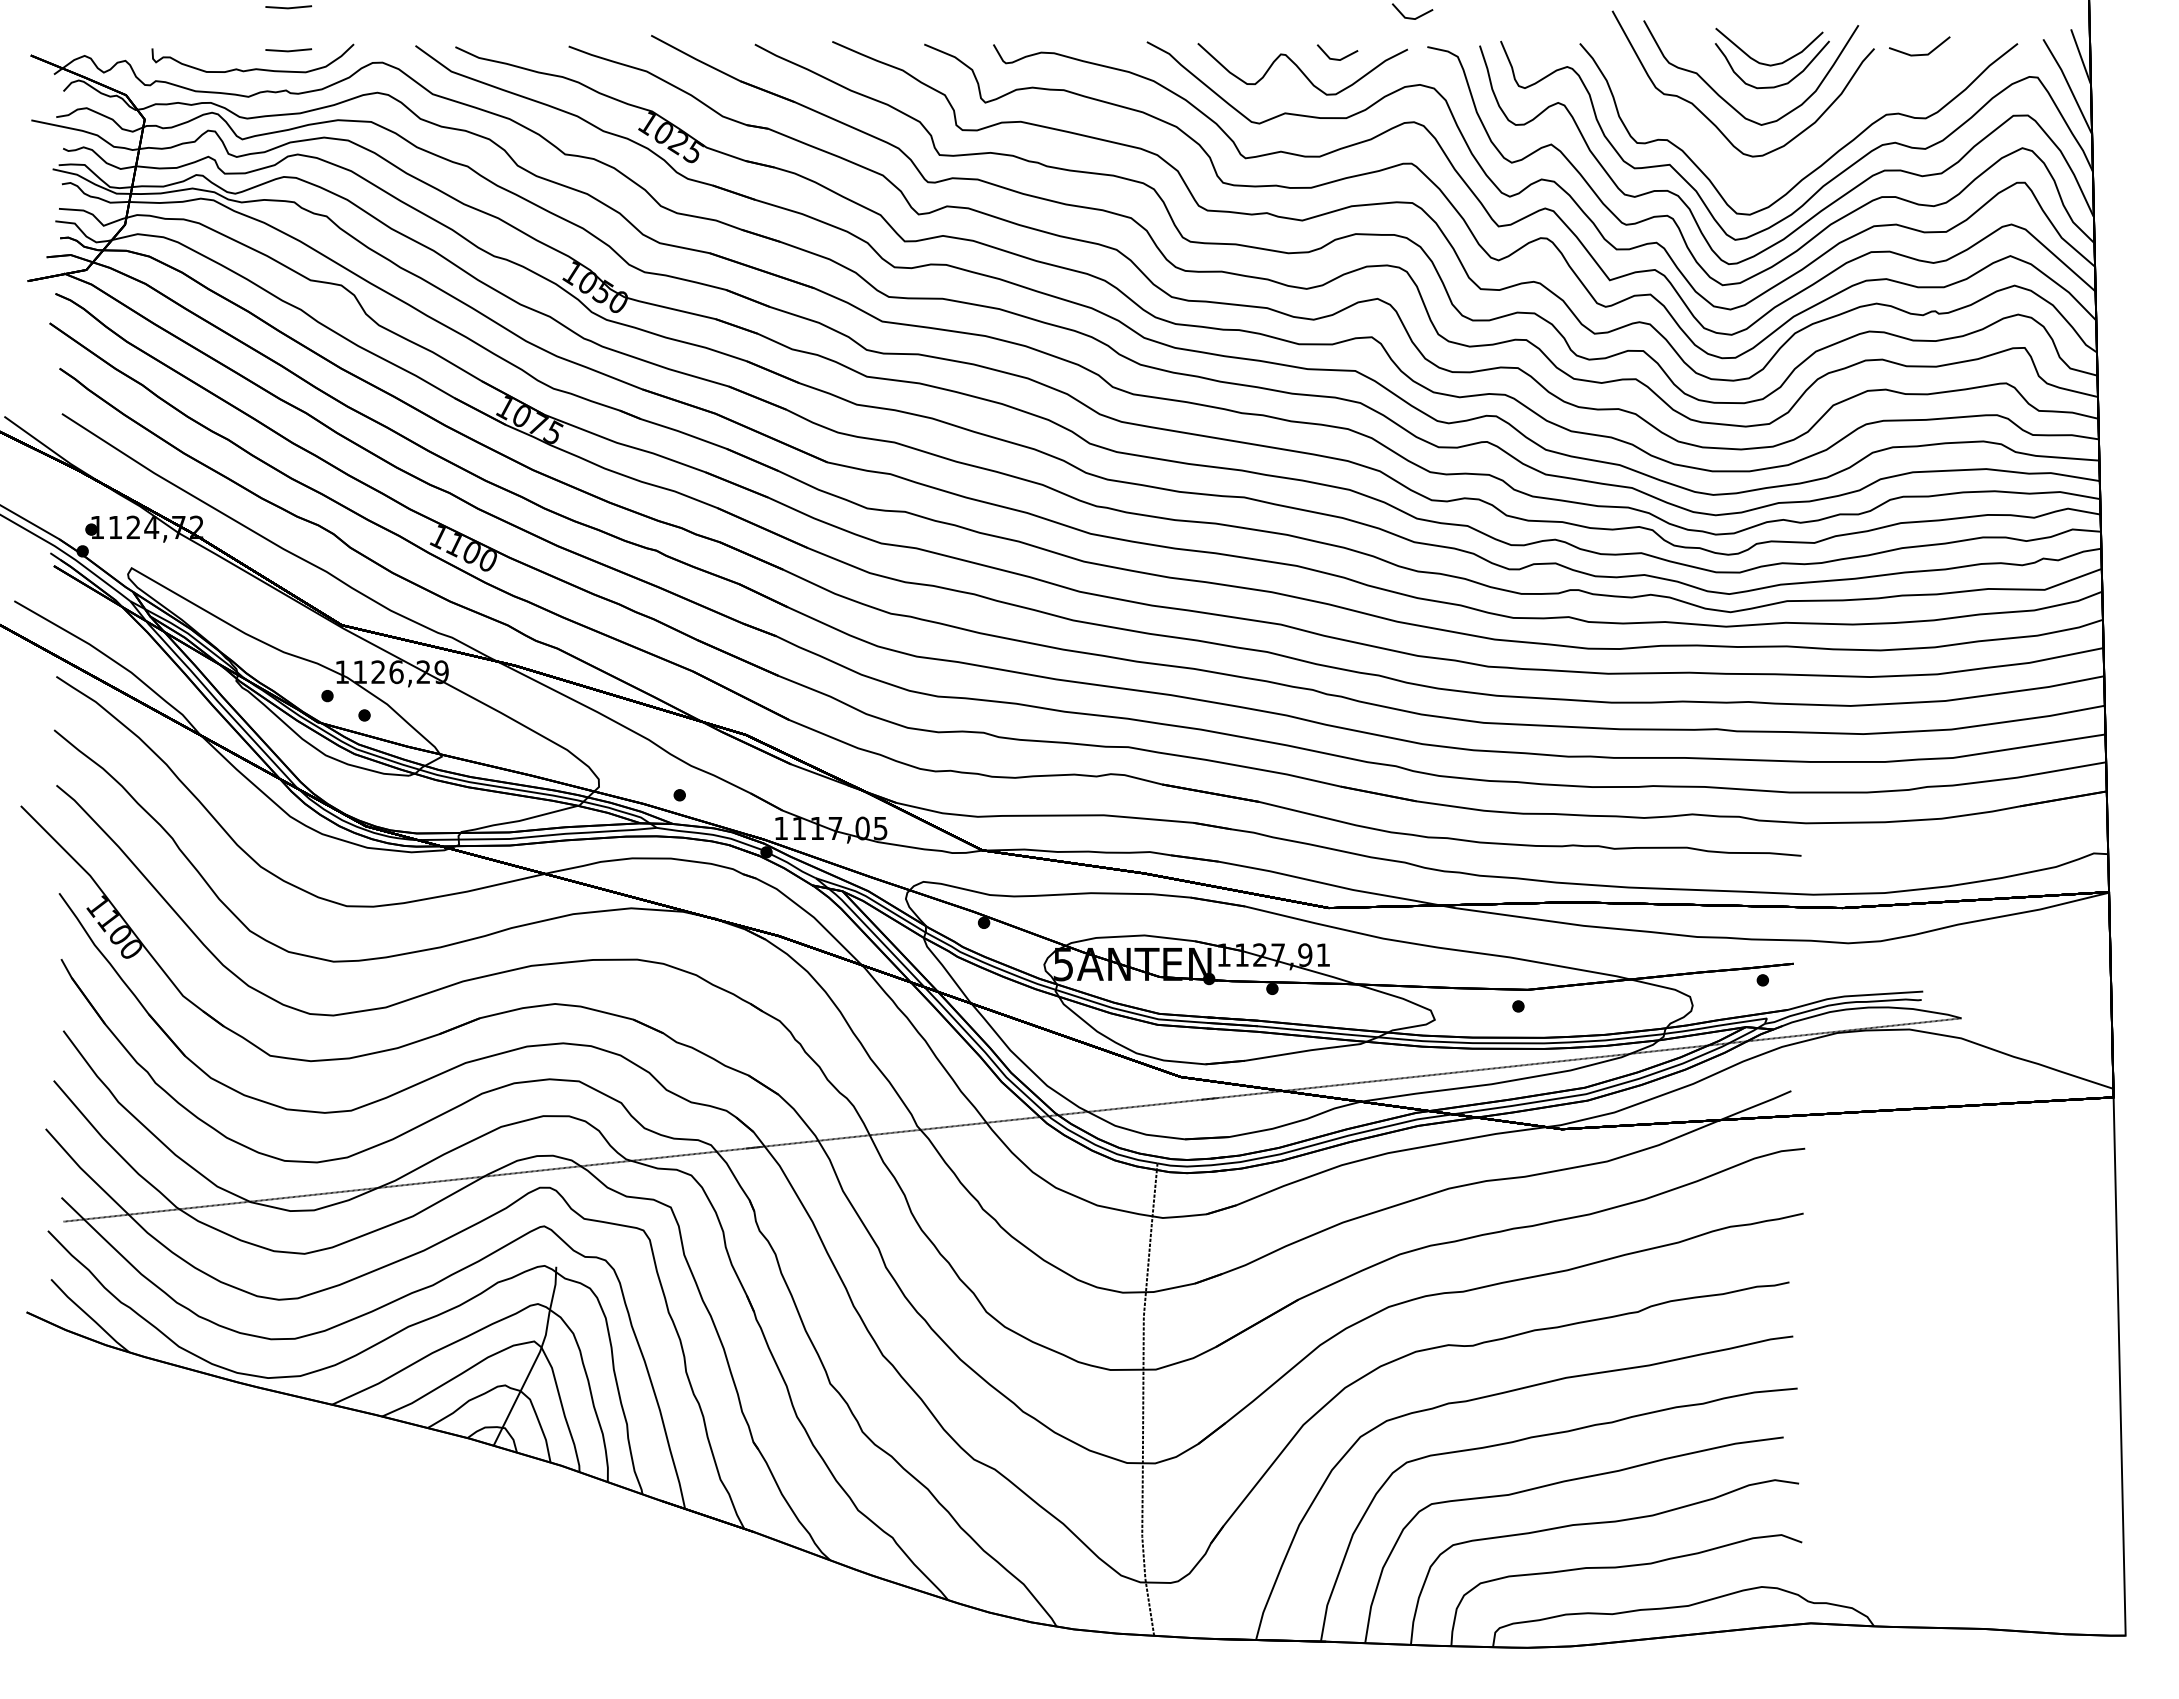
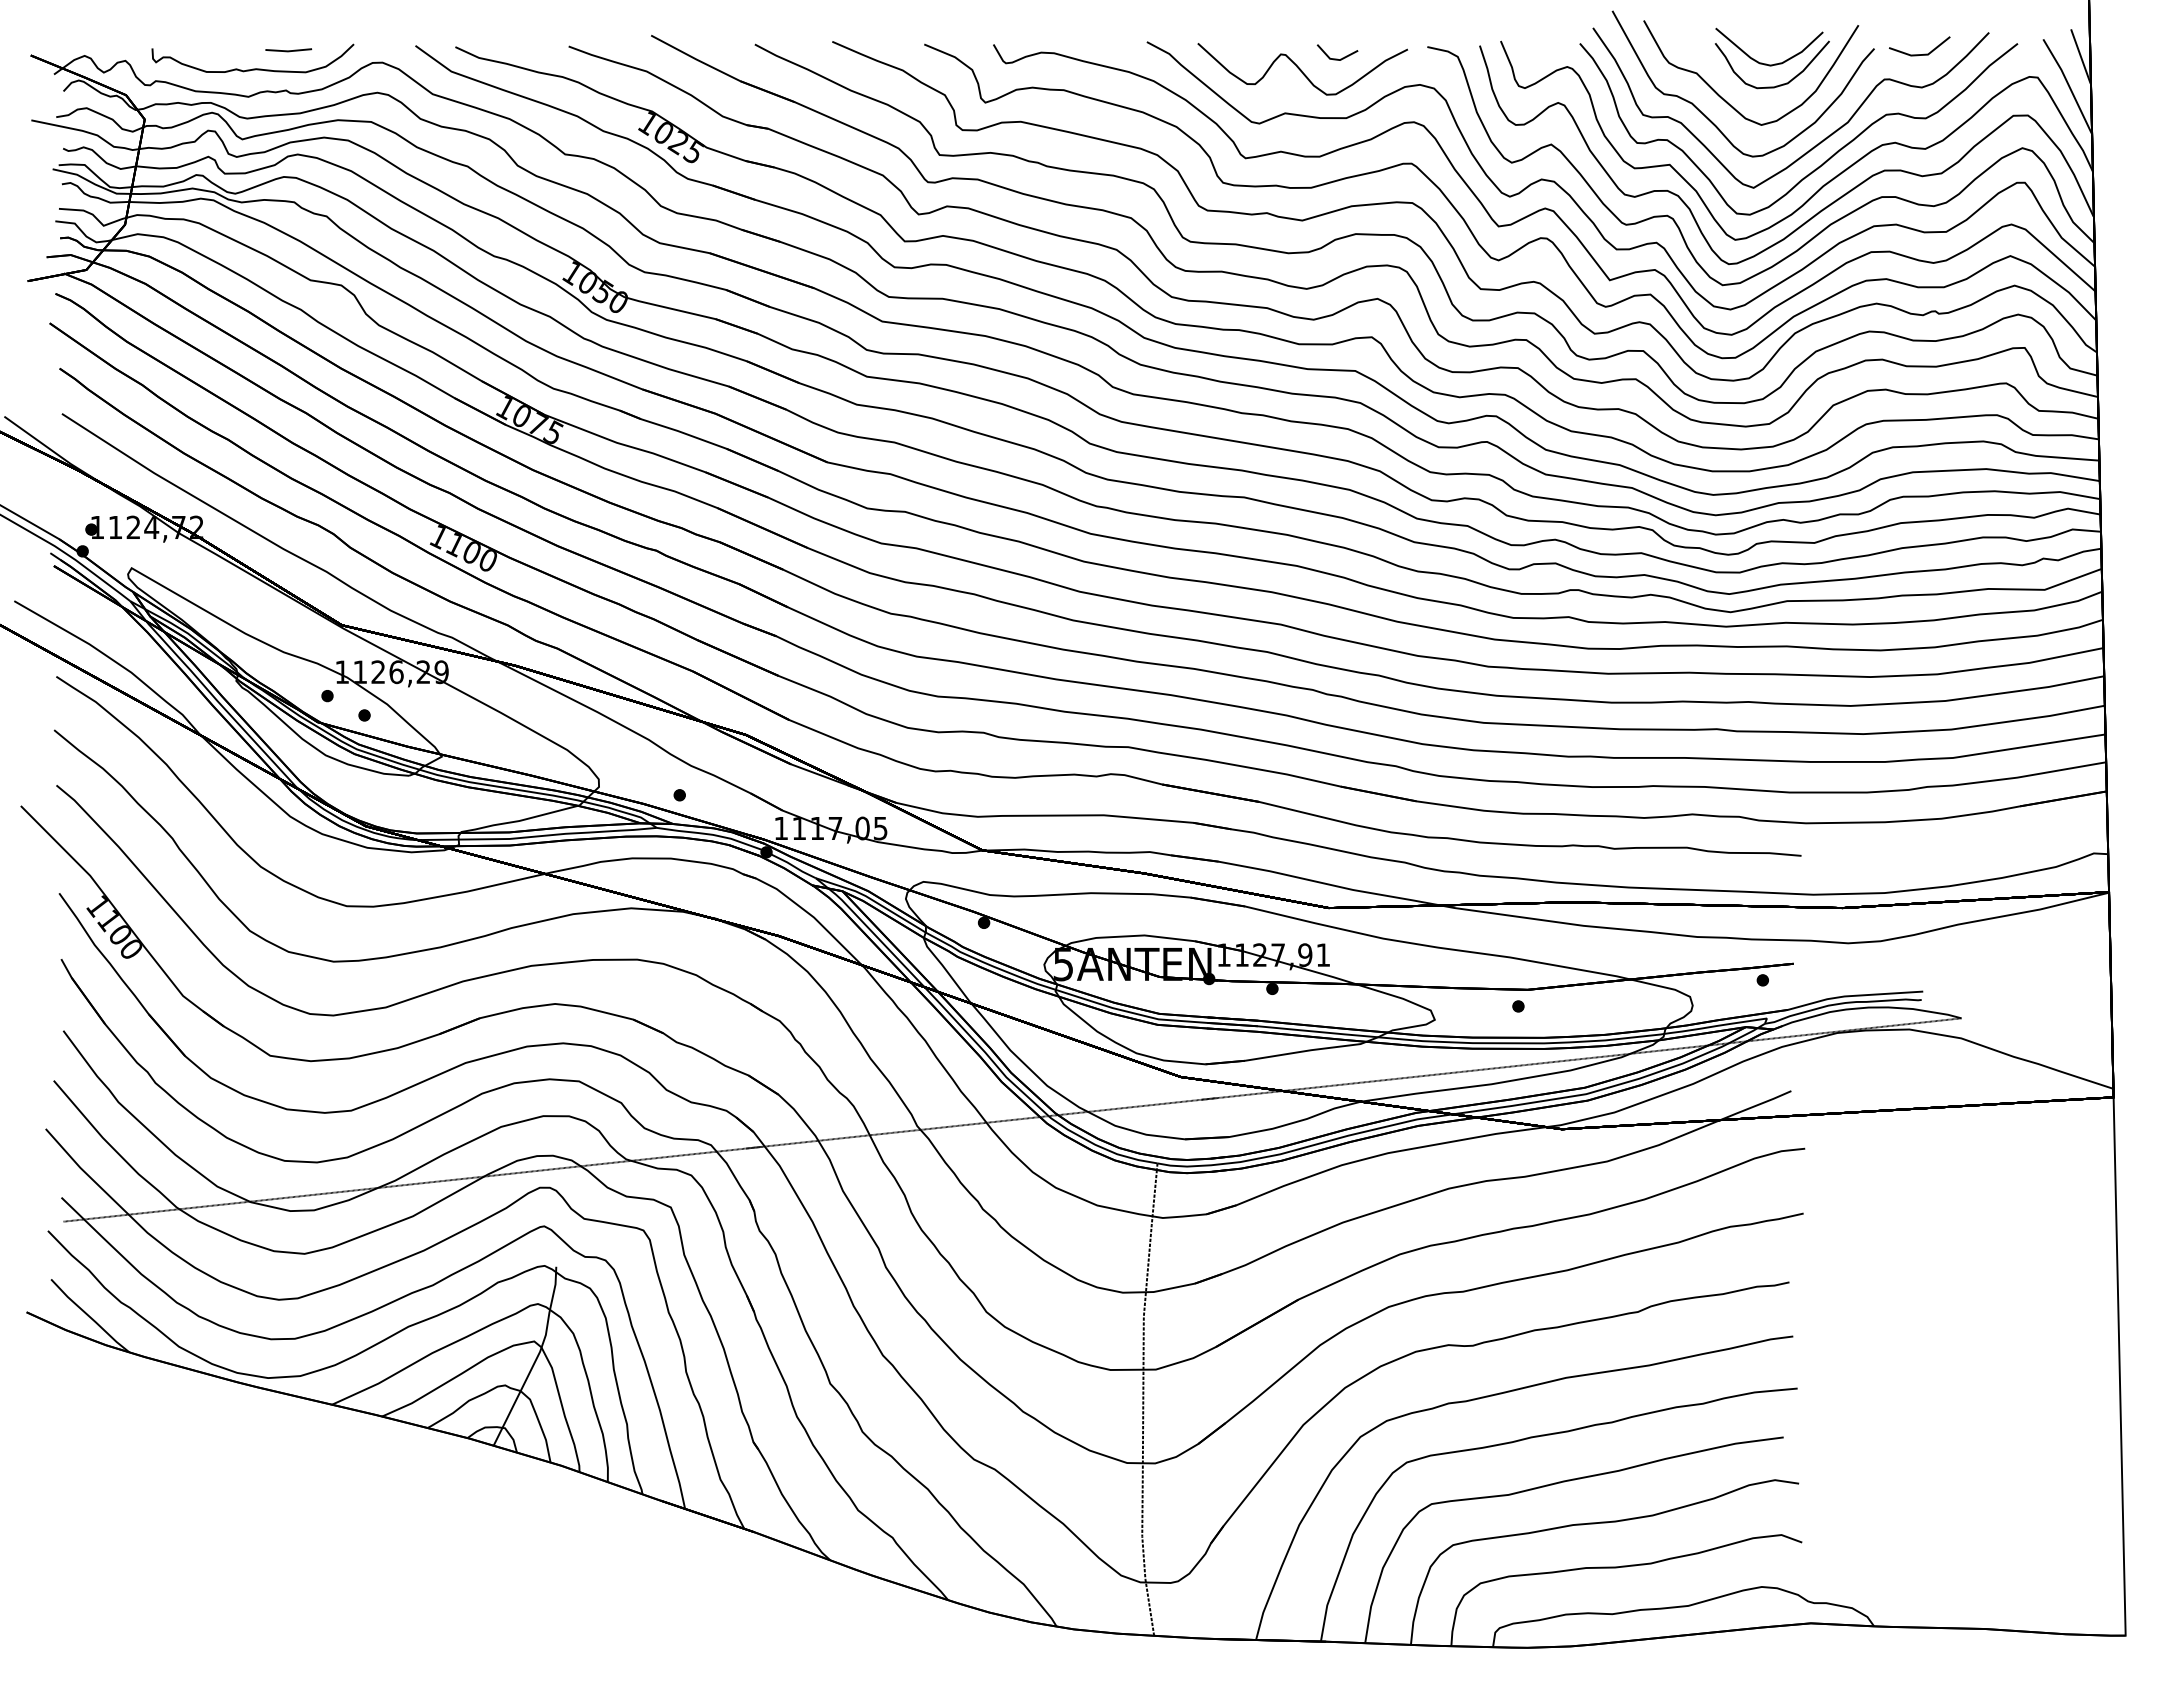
line at (288, 7): present -> none
line at (1412, 17): present -> none
curve at (1817, 143): none -> present
